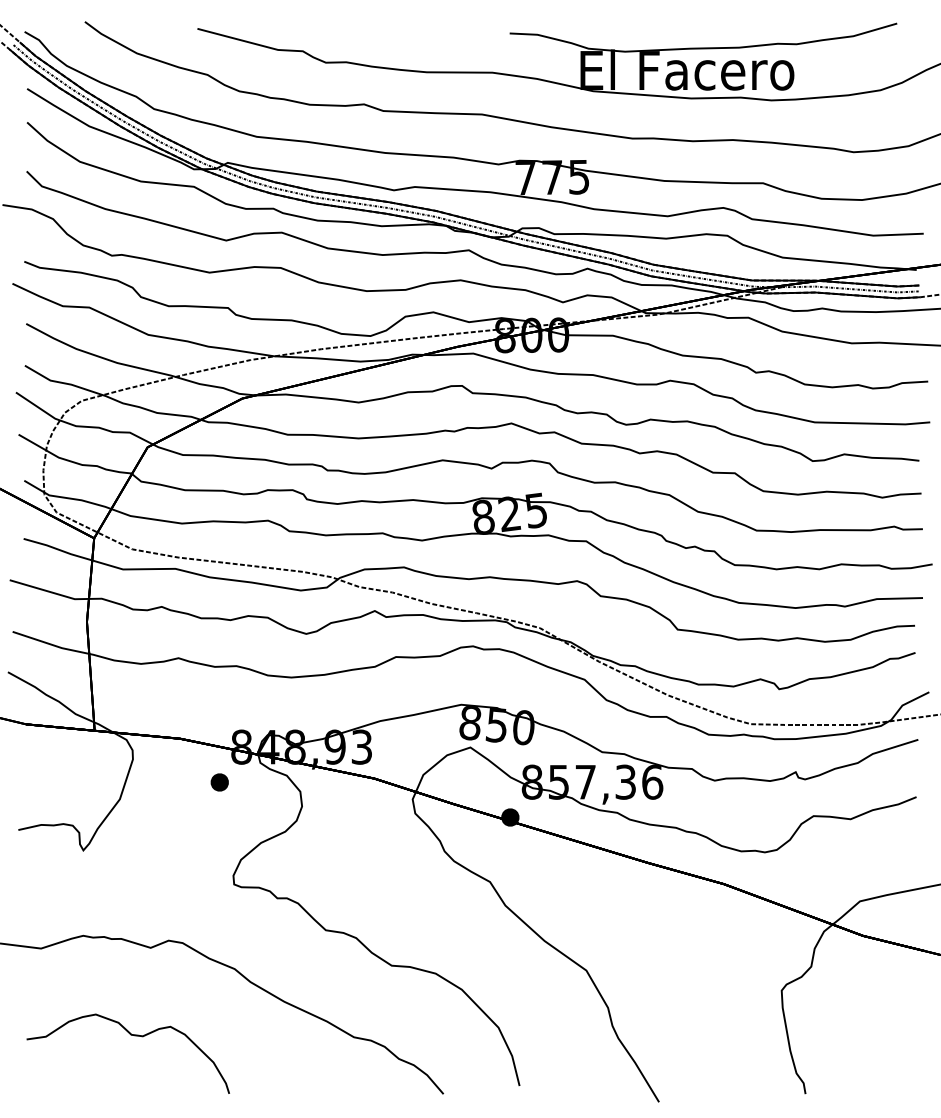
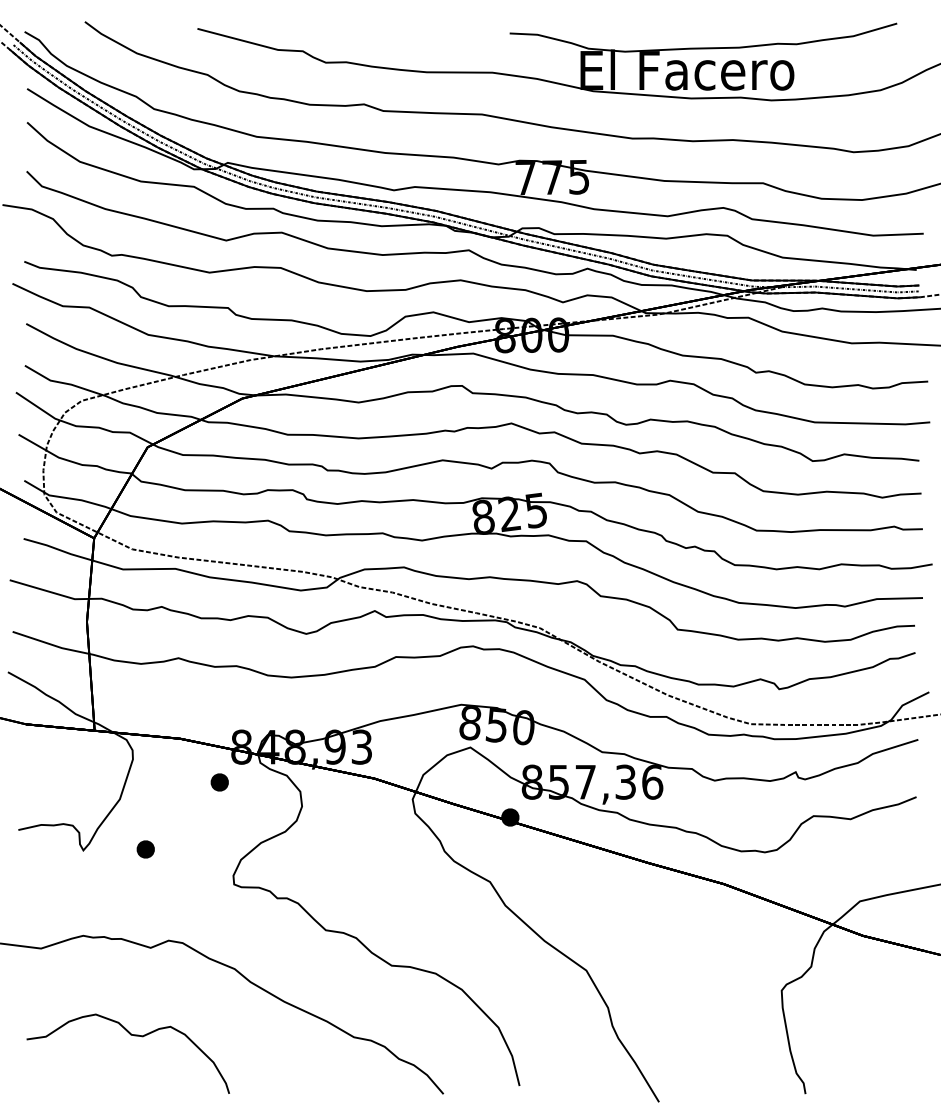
part at (145, 849): none -> present
